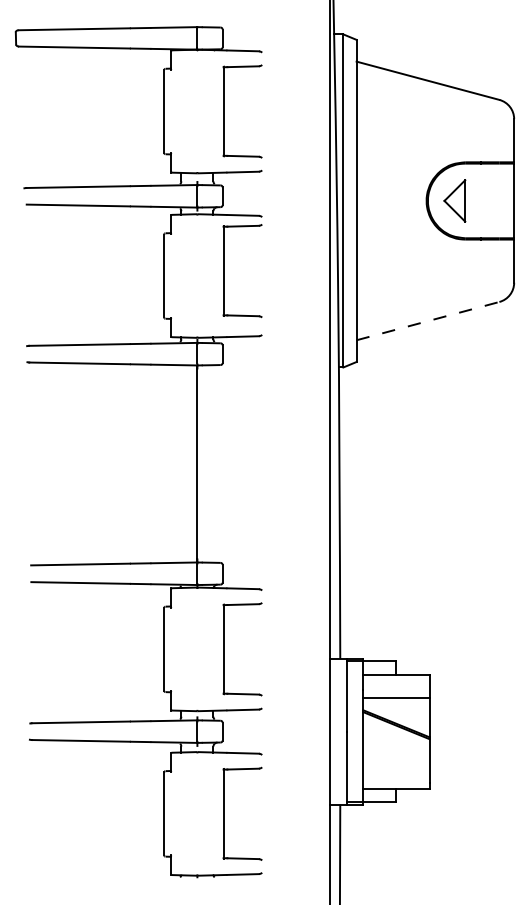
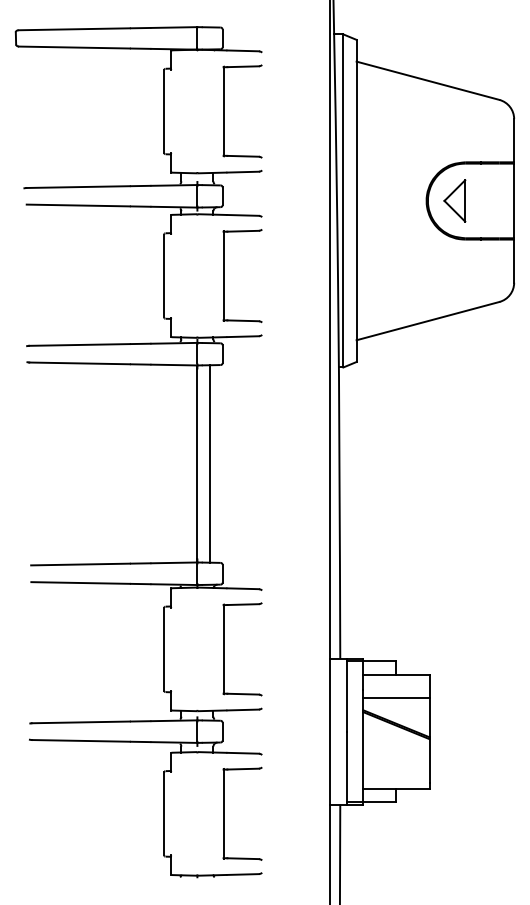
part at (224, 271) position: (224, 271) -> (224, 276)
line at (428, 321): dashed -> solid
line at (210, 463): none -> present
